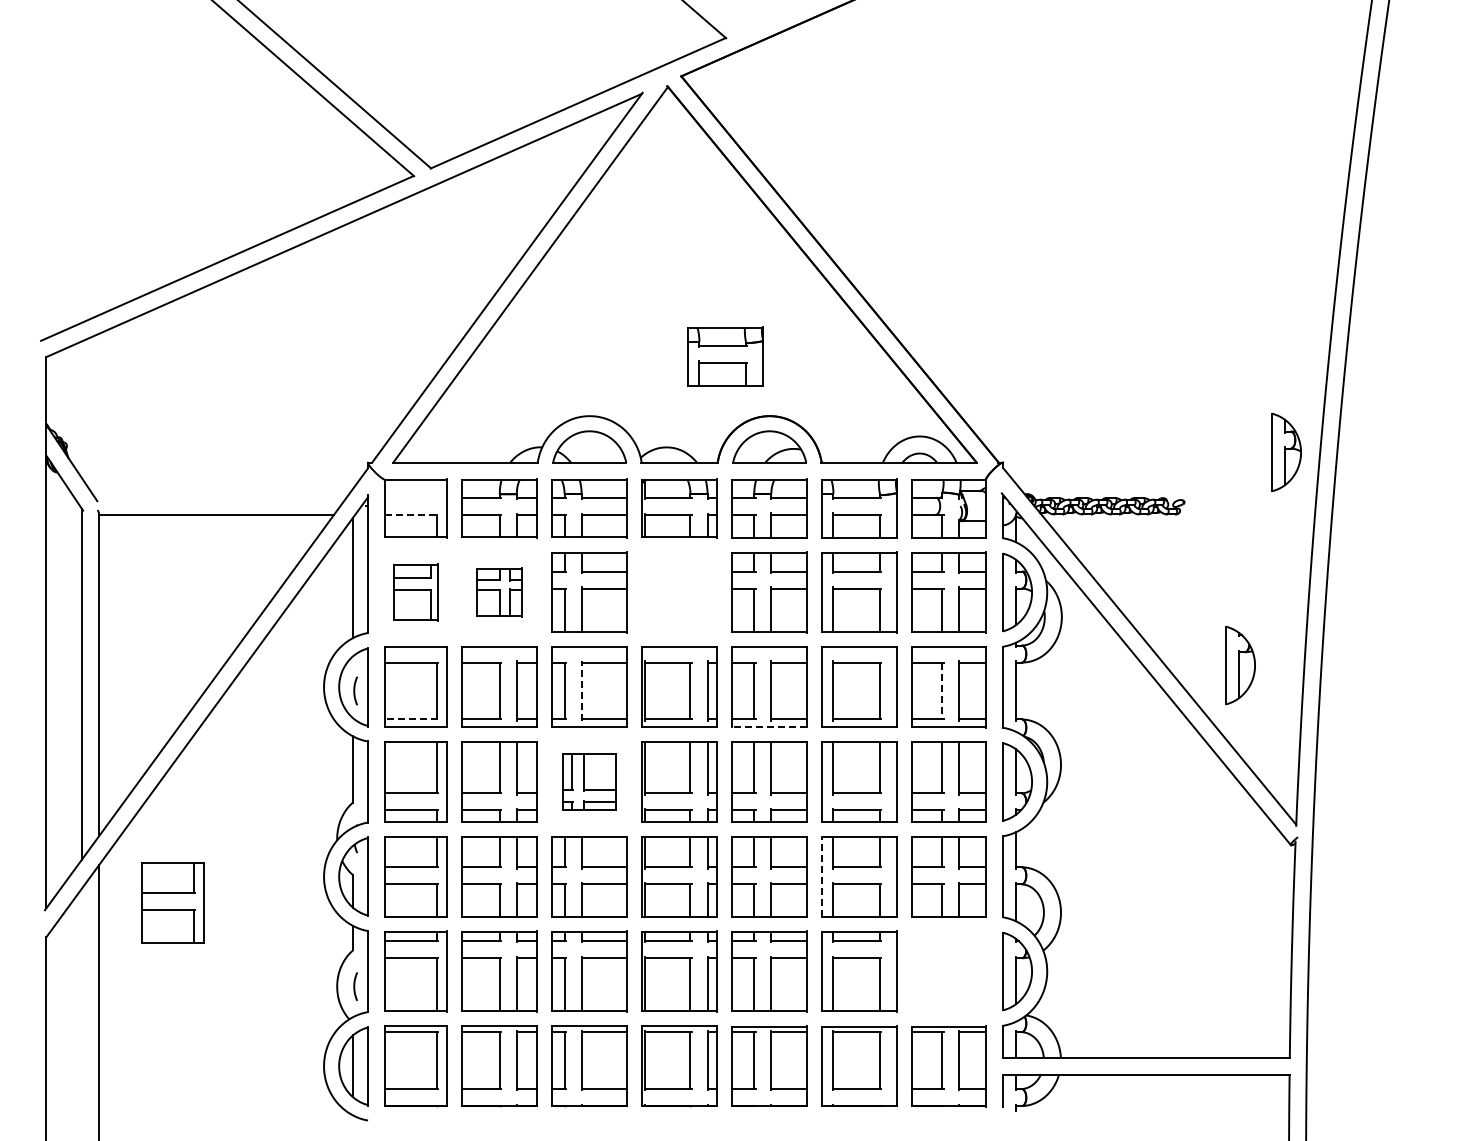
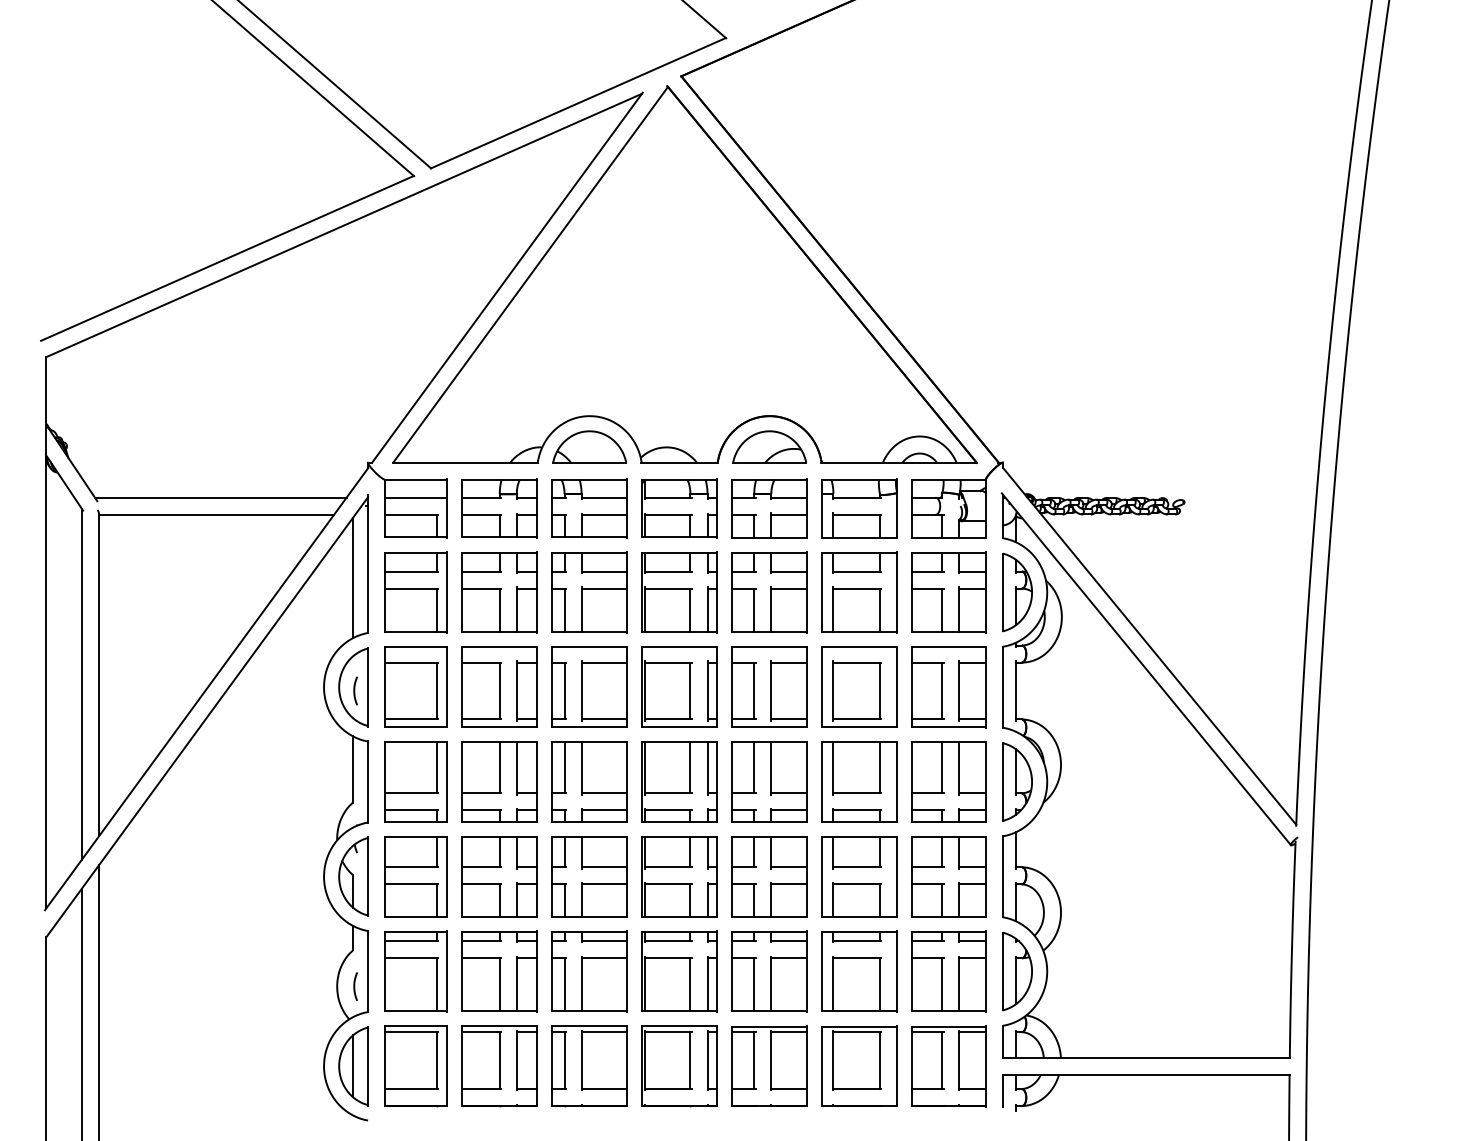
part at (725, 356): present -> none
part at (1286, 452): present -> none
line at (220, 497): none -> present
line at (416, 497): none -> present
line at (412, 514): dashed -> solid
part at (415, 592) size: 46x59 px -> 64x83 px
part at (499, 592) size: 47x51 px -> 77x83 px
part at (679, 592): none -> present
part at (1240, 665): present -> none
line at (581, 691): dashed -> solid
line at (942, 691): dashed -> solid
line at (411, 719): dashed -> solid
line at (769, 727): dashed -> solid
part at (589, 781) size: 55x58 px -> 77x82 px
line at (822, 876): dashed -> solid
part at (172, 902): present -> none
part at (948, 971): none -> present
line at (81, 1012): none -> present
